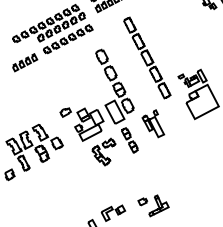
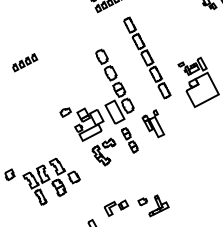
part at (52, 29): present -> none
part at (198, 94) position: (198, 94) -> (198, 82)
part at (34, 147) position: (34, 147) -> (51, 181)
part at (113, 212) position: (113, 212) -> (116, 207)
